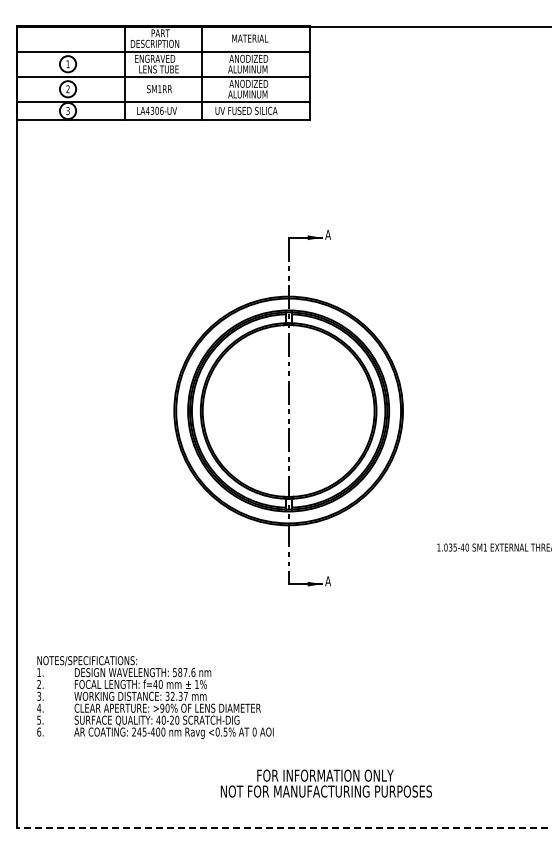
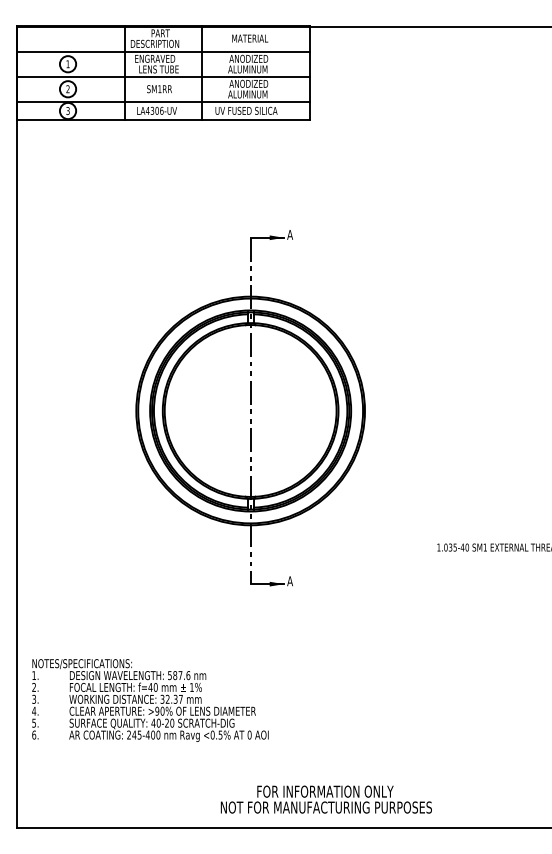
part at (288, 408) position: (288, 408) -> (250, 408)
text at (155, 697) position: (155, 697) -> (150, 700)
text at (325, 783) position: (325, 783) -> (325, 799)
line at (284, 828): dashed -> solid
